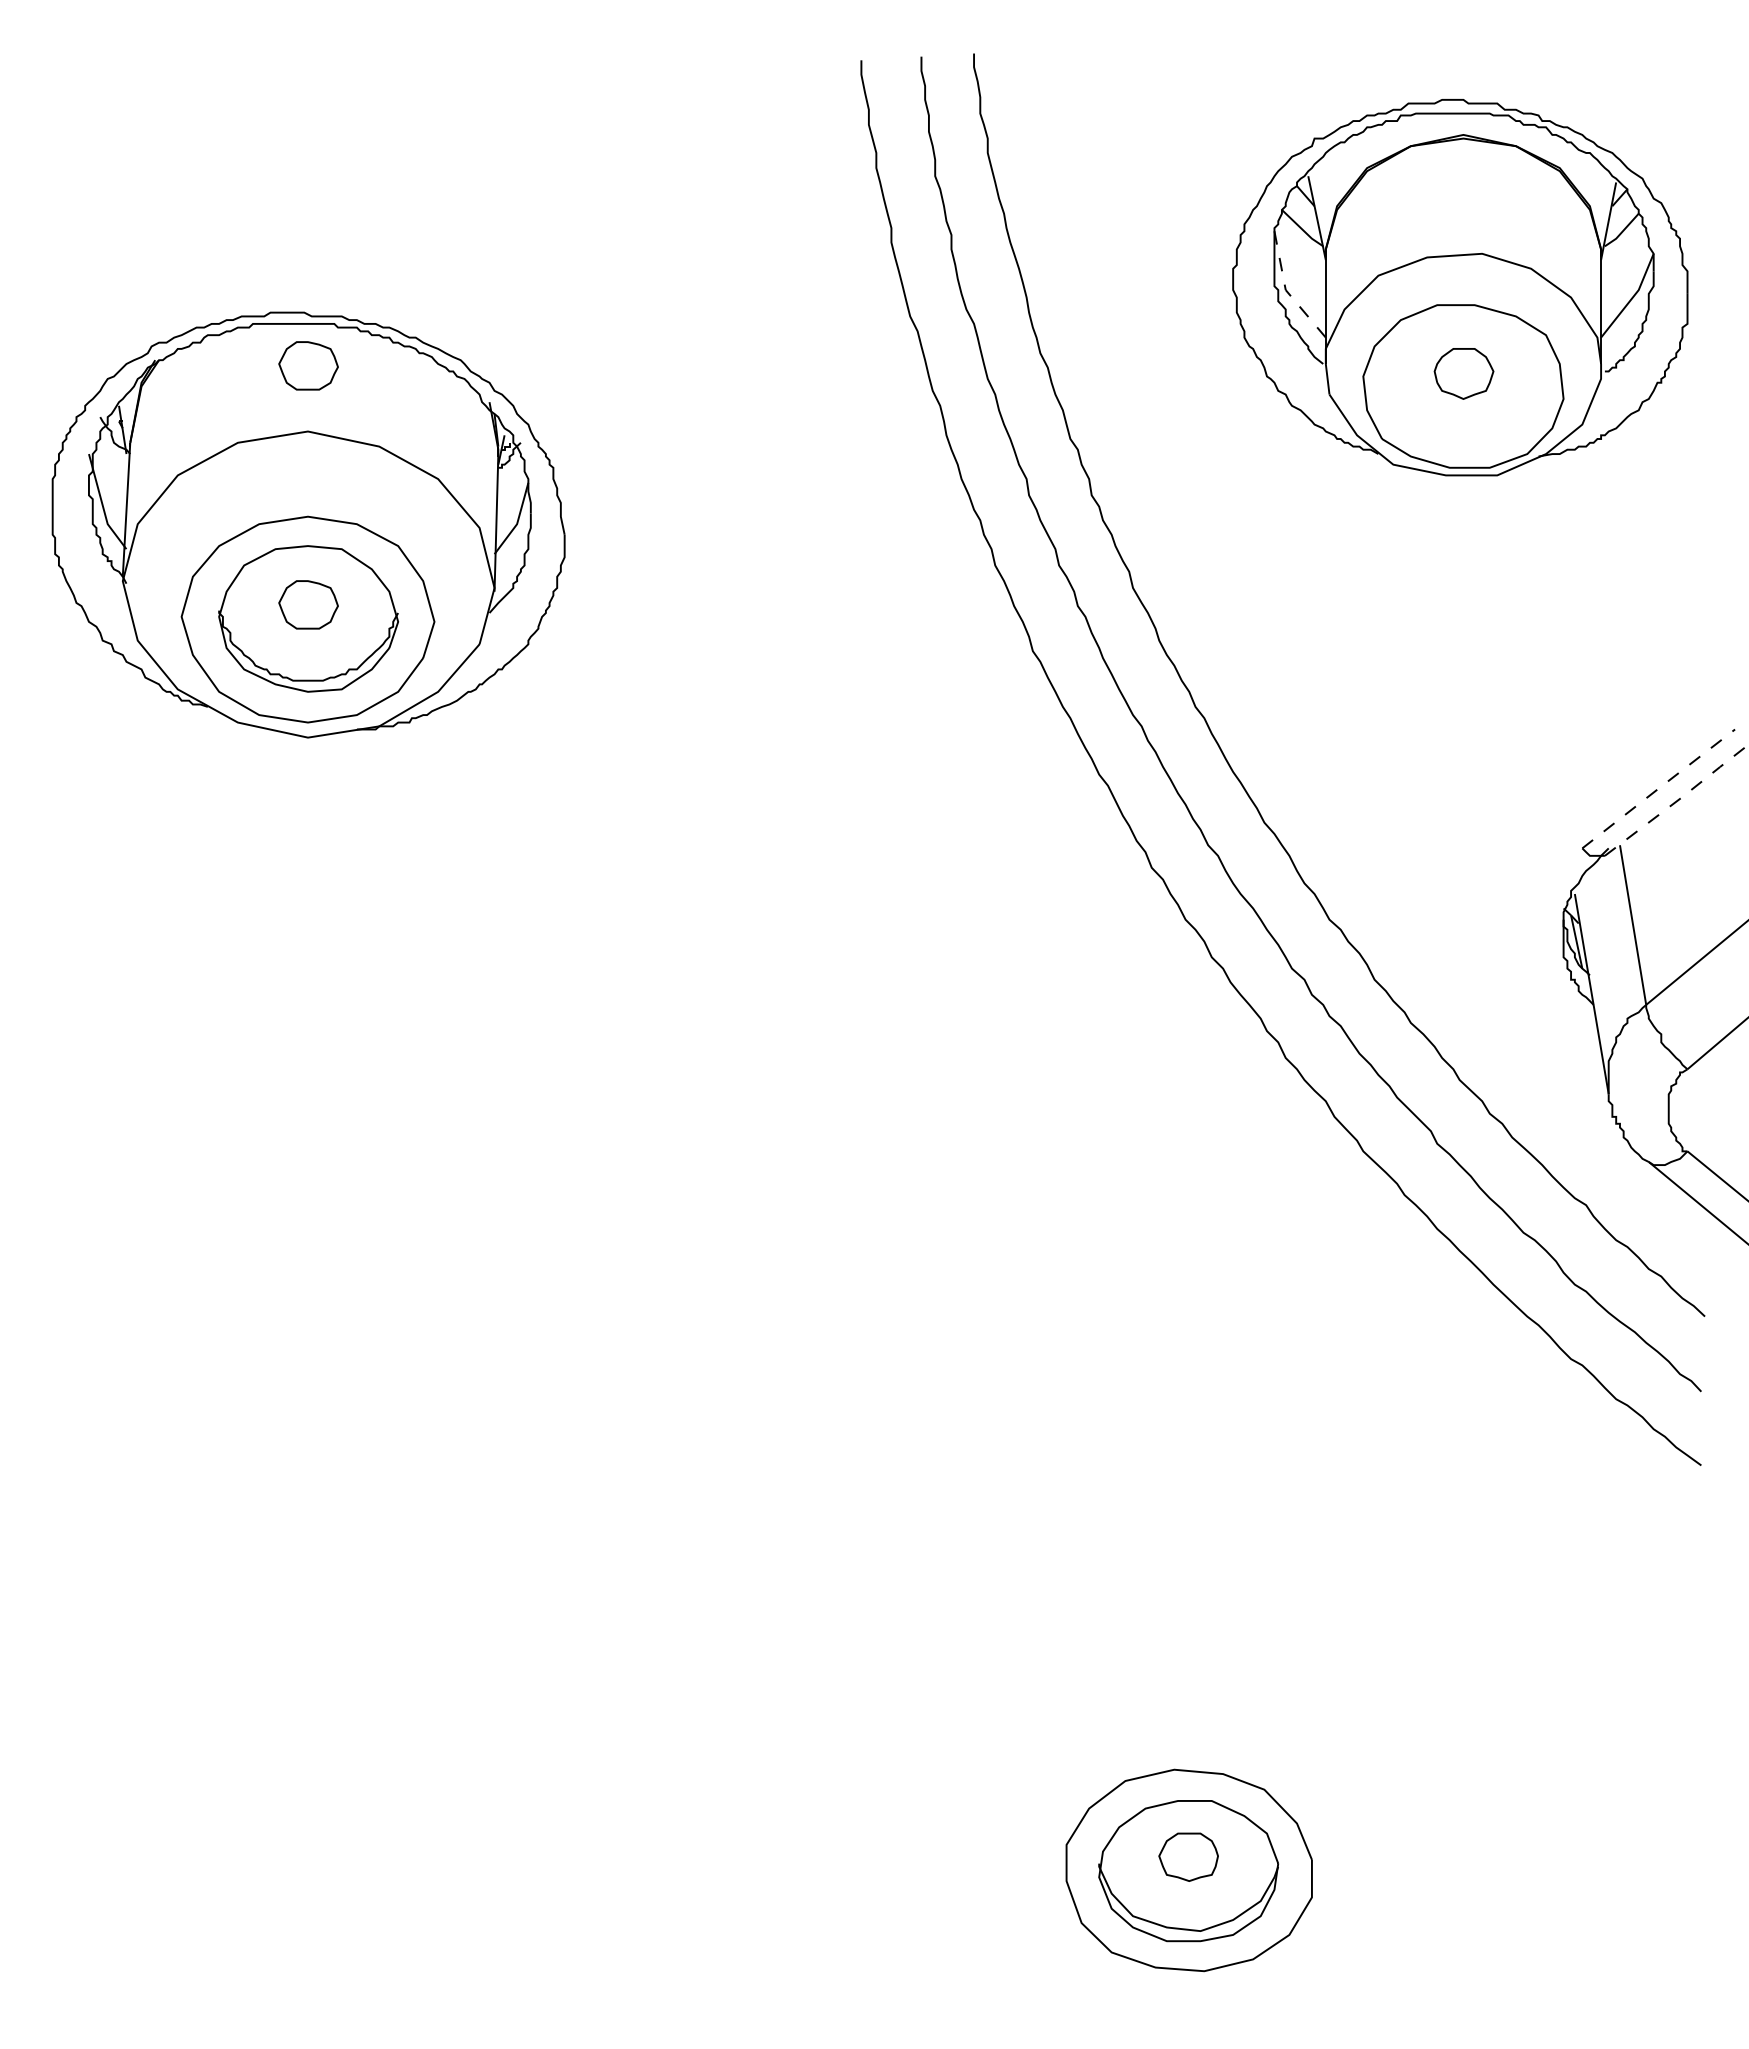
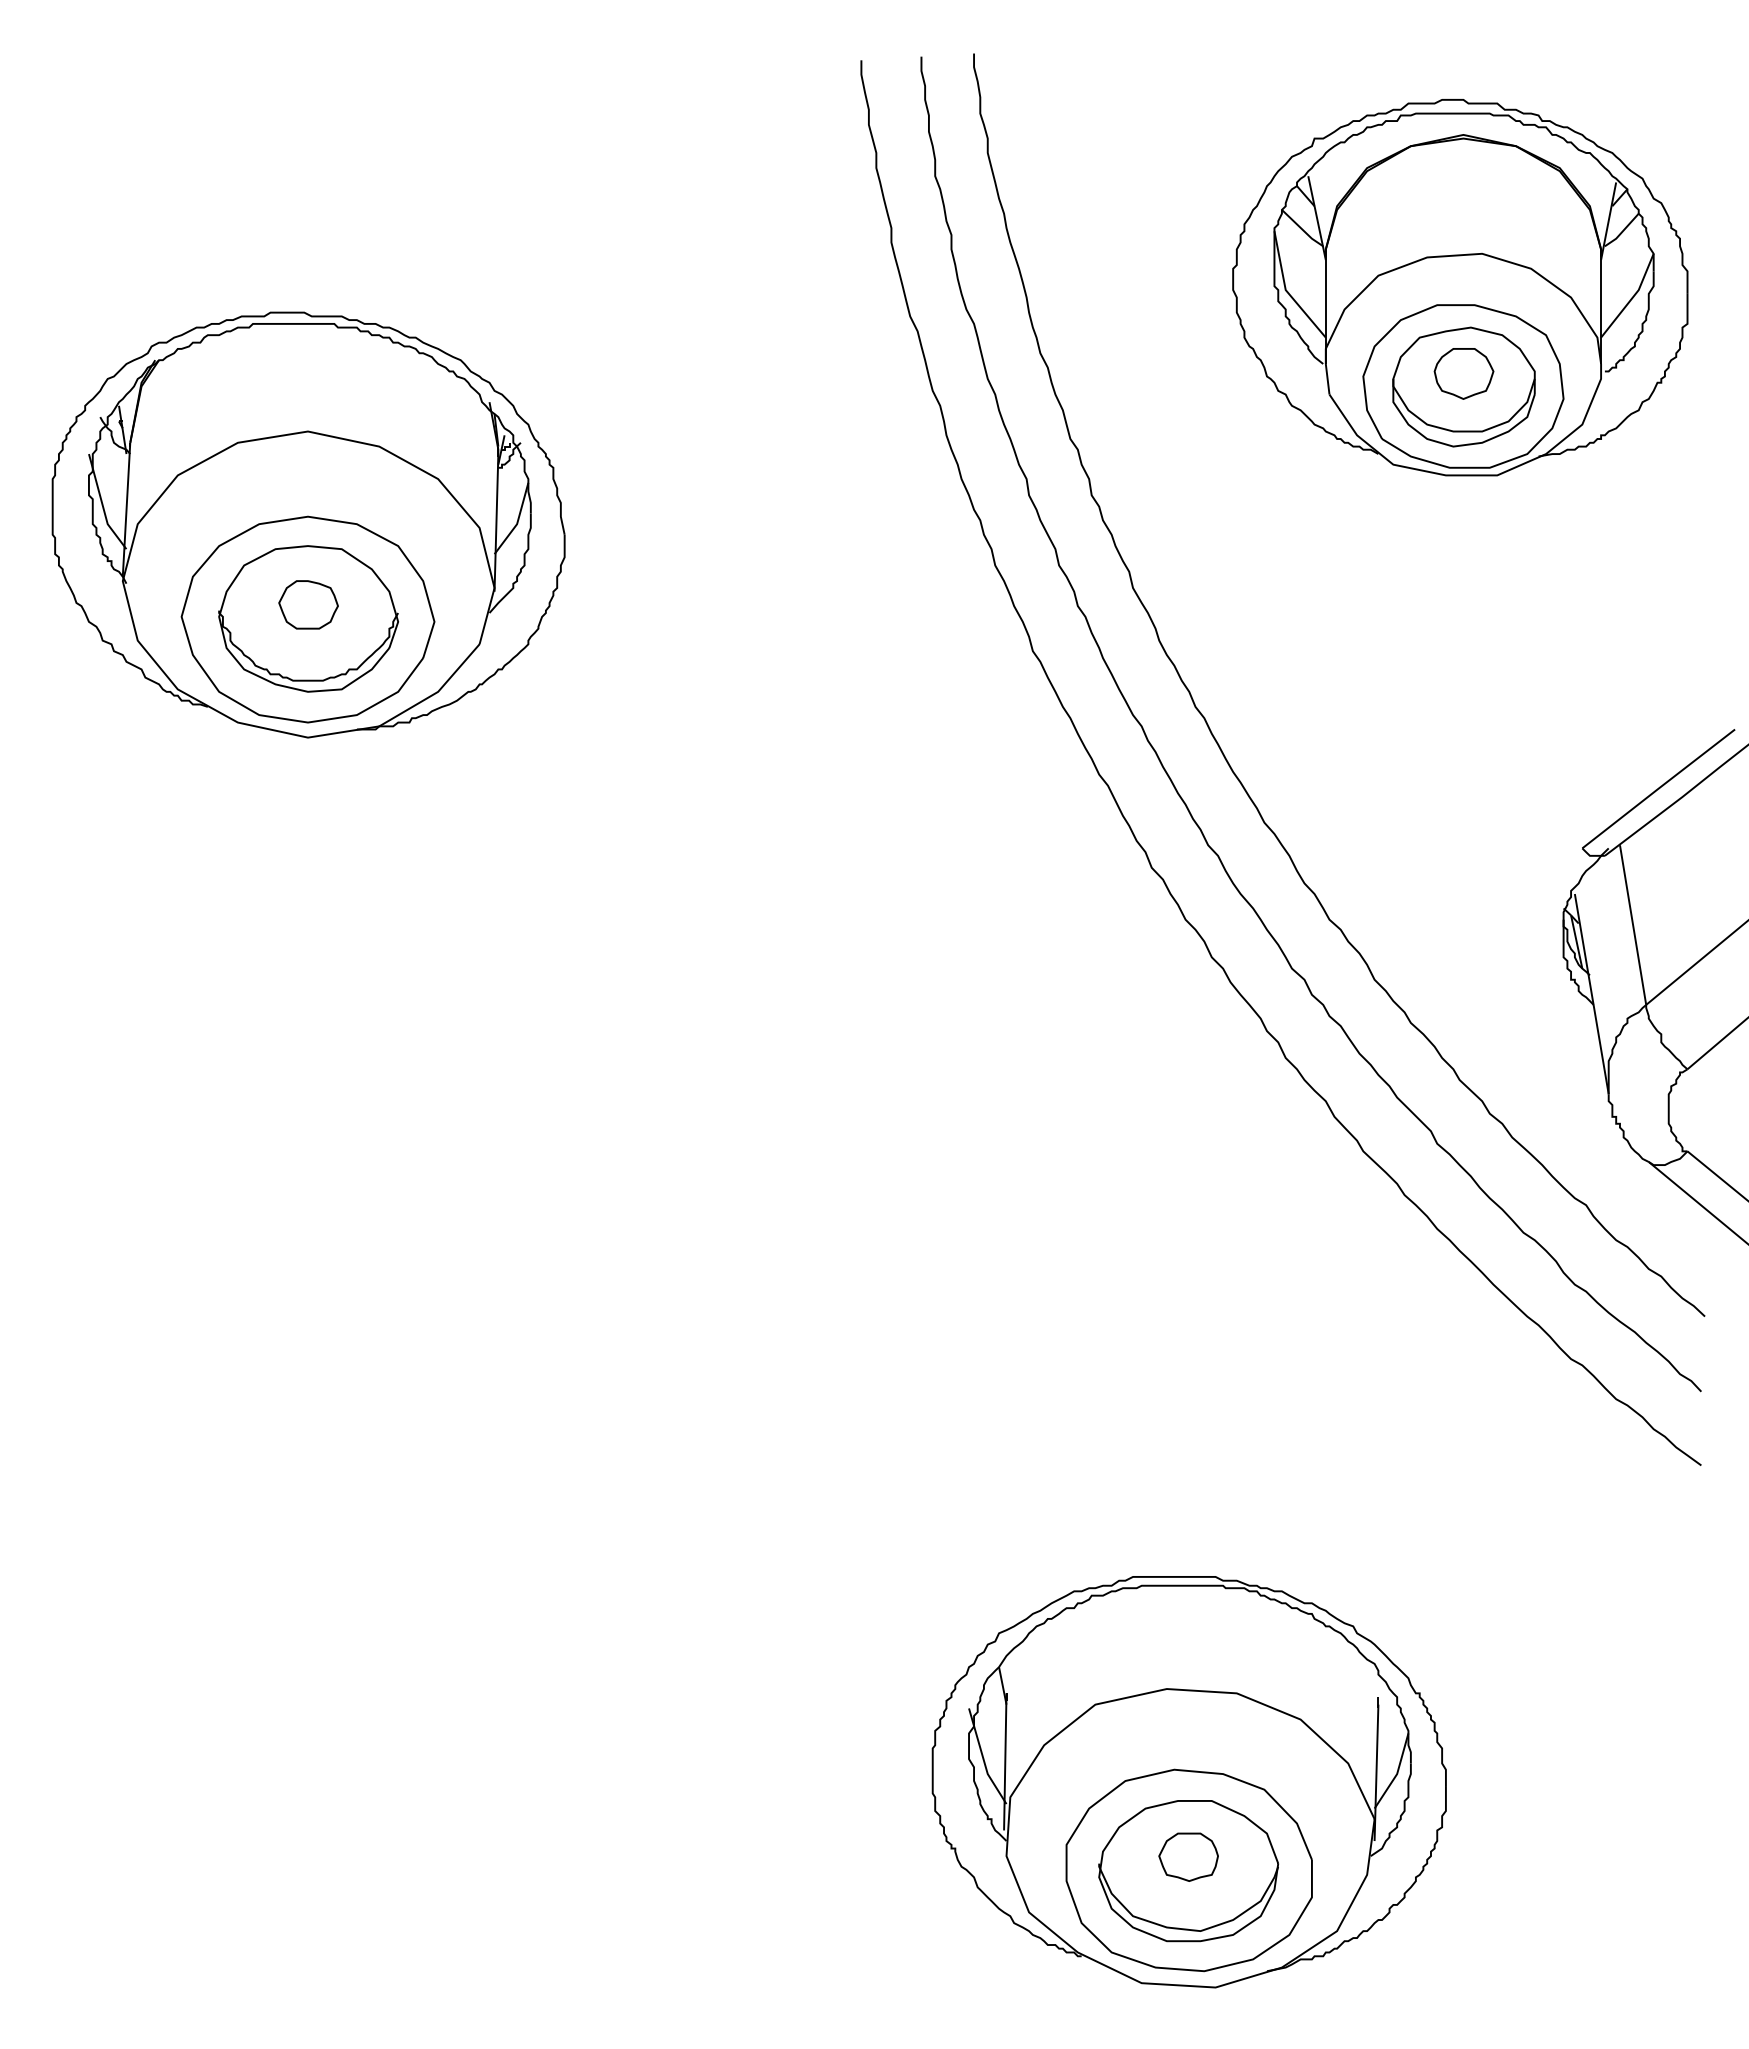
line at (1286, 290): dashed -> solid
part at (308, 365): present -> none
part at (1463, 386): none -> present
line at (1658, 788): dashed -> solid
line at (1678, 800): dashed -> solid
part at (1188, 1782): none -> present
